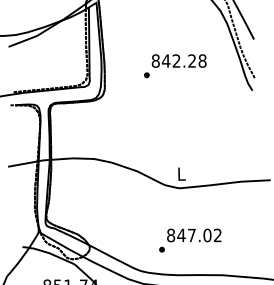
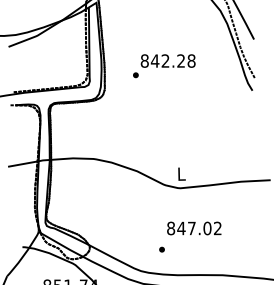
text at (175, 66) position: (175, 66) -> (164, 66)
text at (194, 235) position: (194, 235) -> (194, 228)
